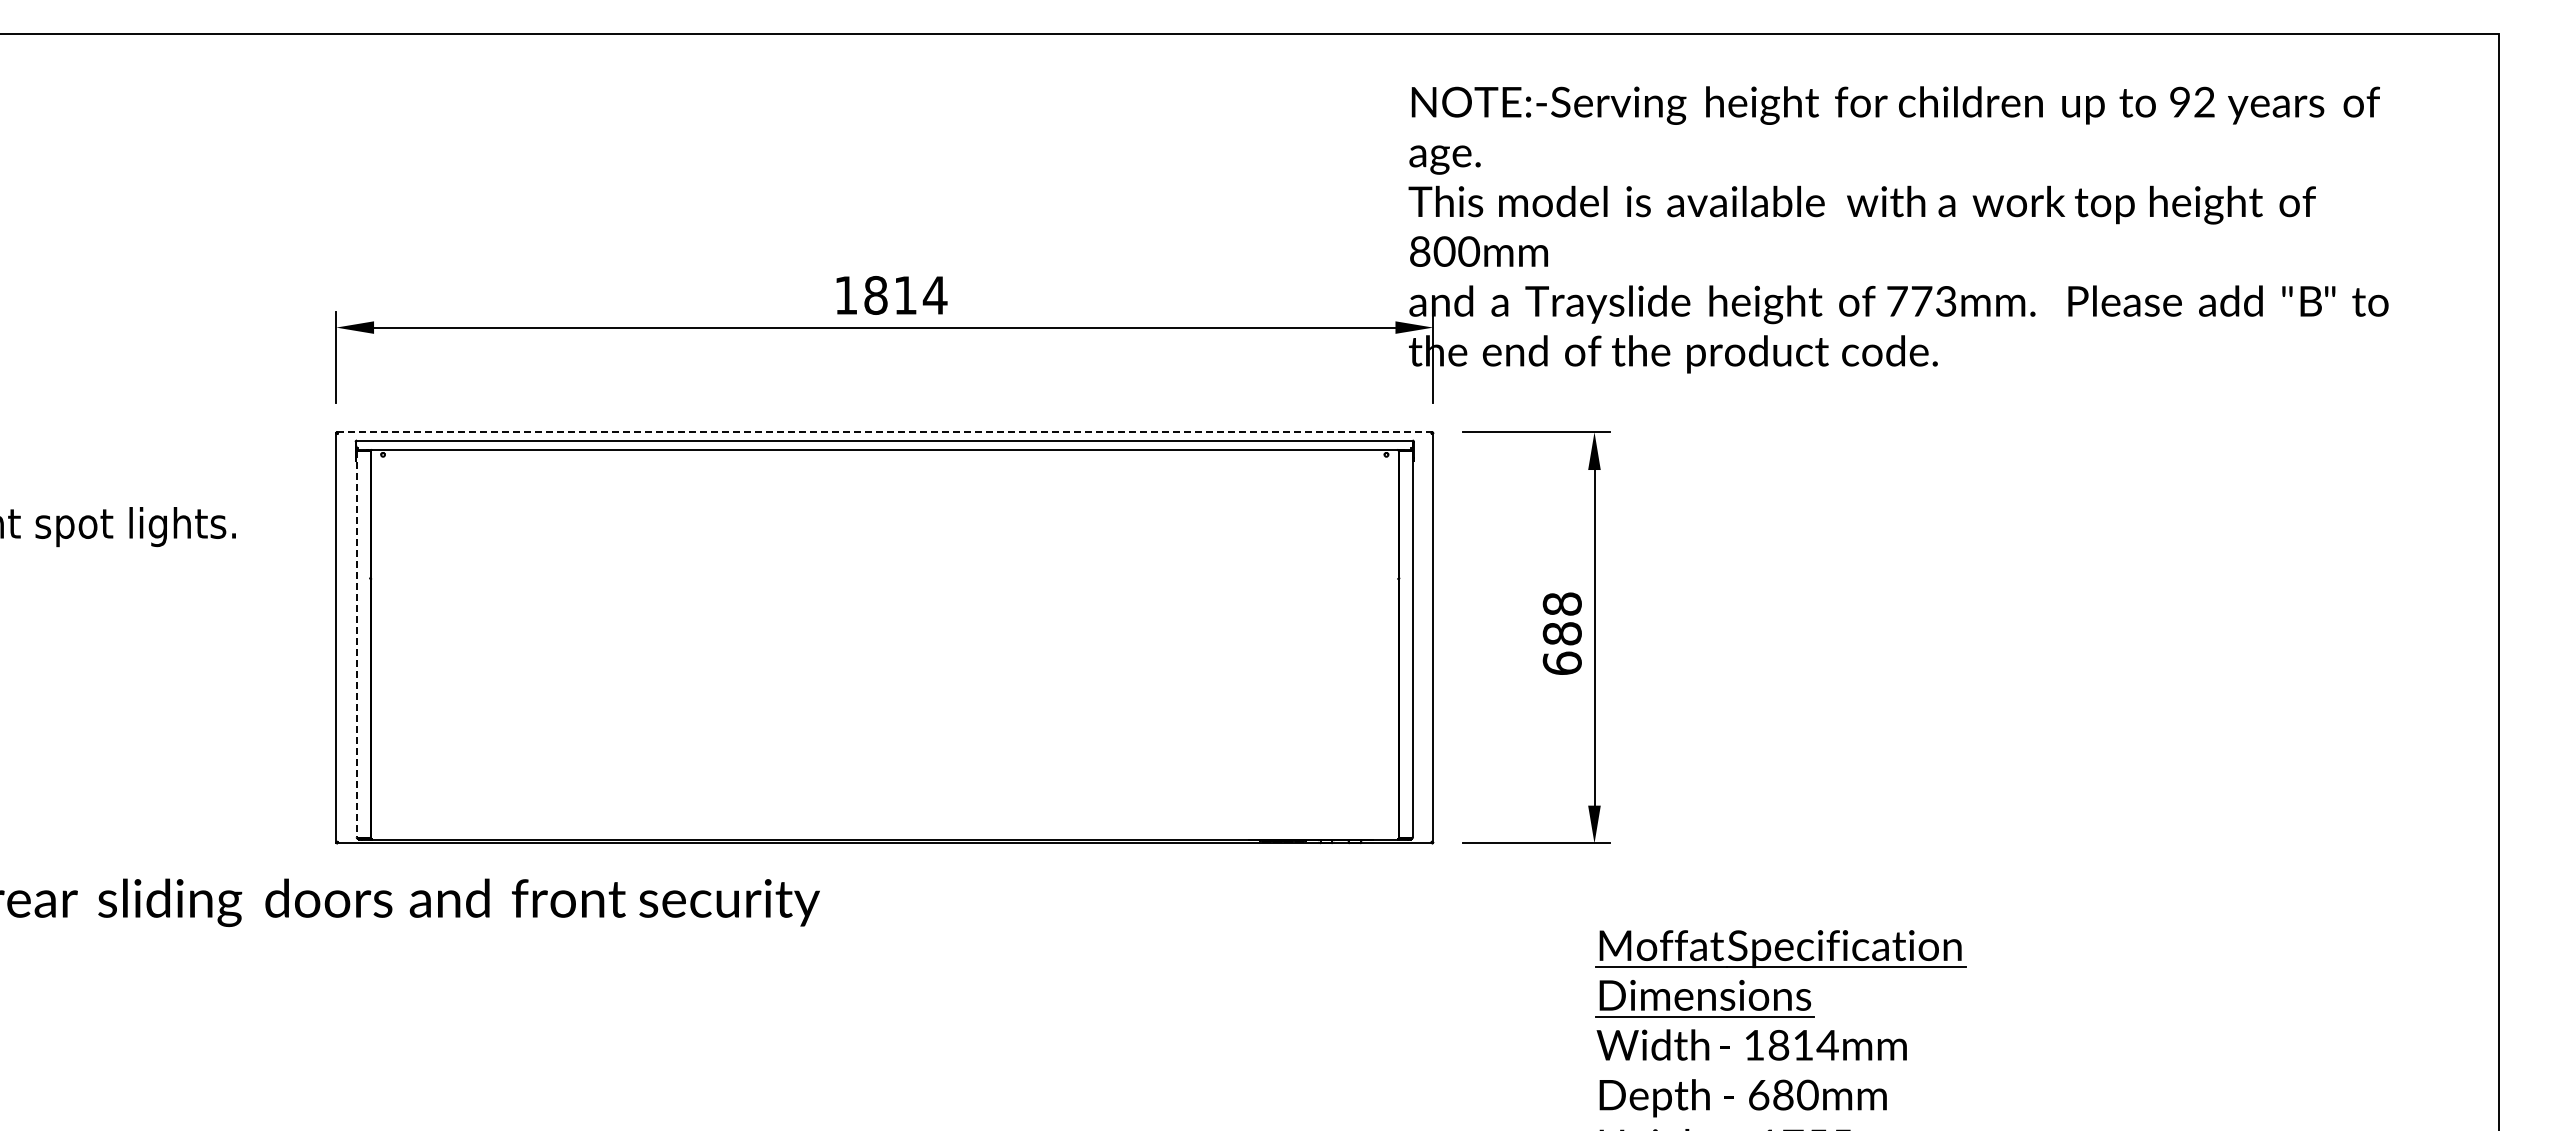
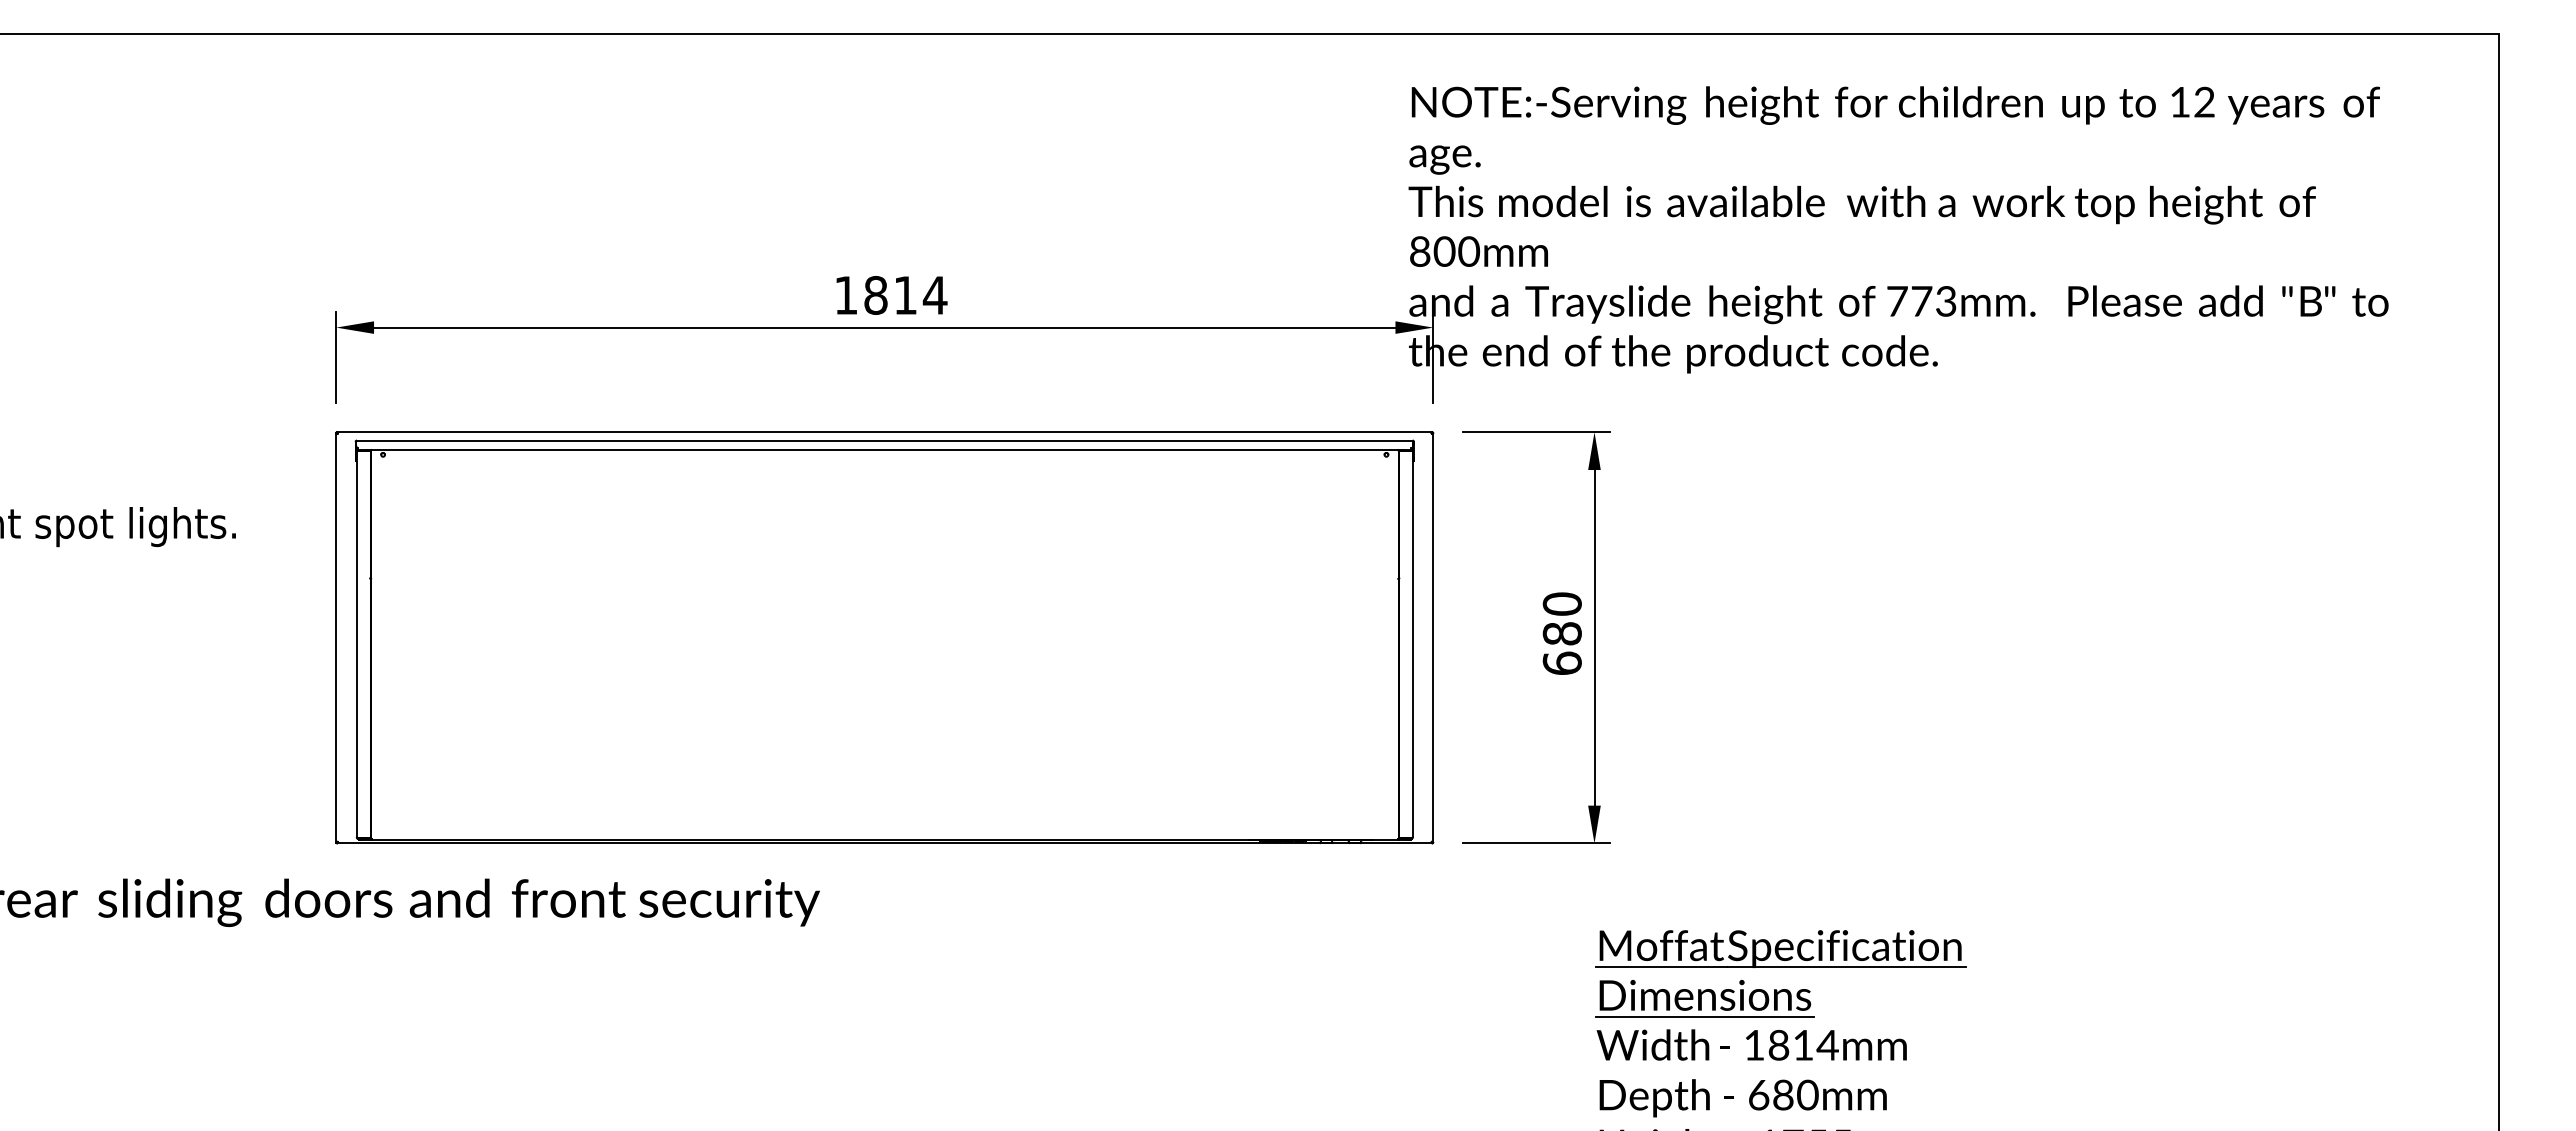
text at (2179, 101): 92 -> 12
line at (884, 432): dashed -> solid
text at (1562, 603): 688 -> 680
line at (356, 644): dashed -> solid
